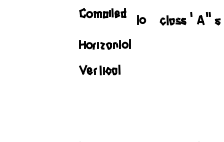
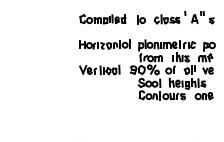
part at (102, 13) position: (102, 13) -> (102, 19)
part at (189, 18) position: (189, 18) -> (183, 17)
part at (172, 69): none -> present
